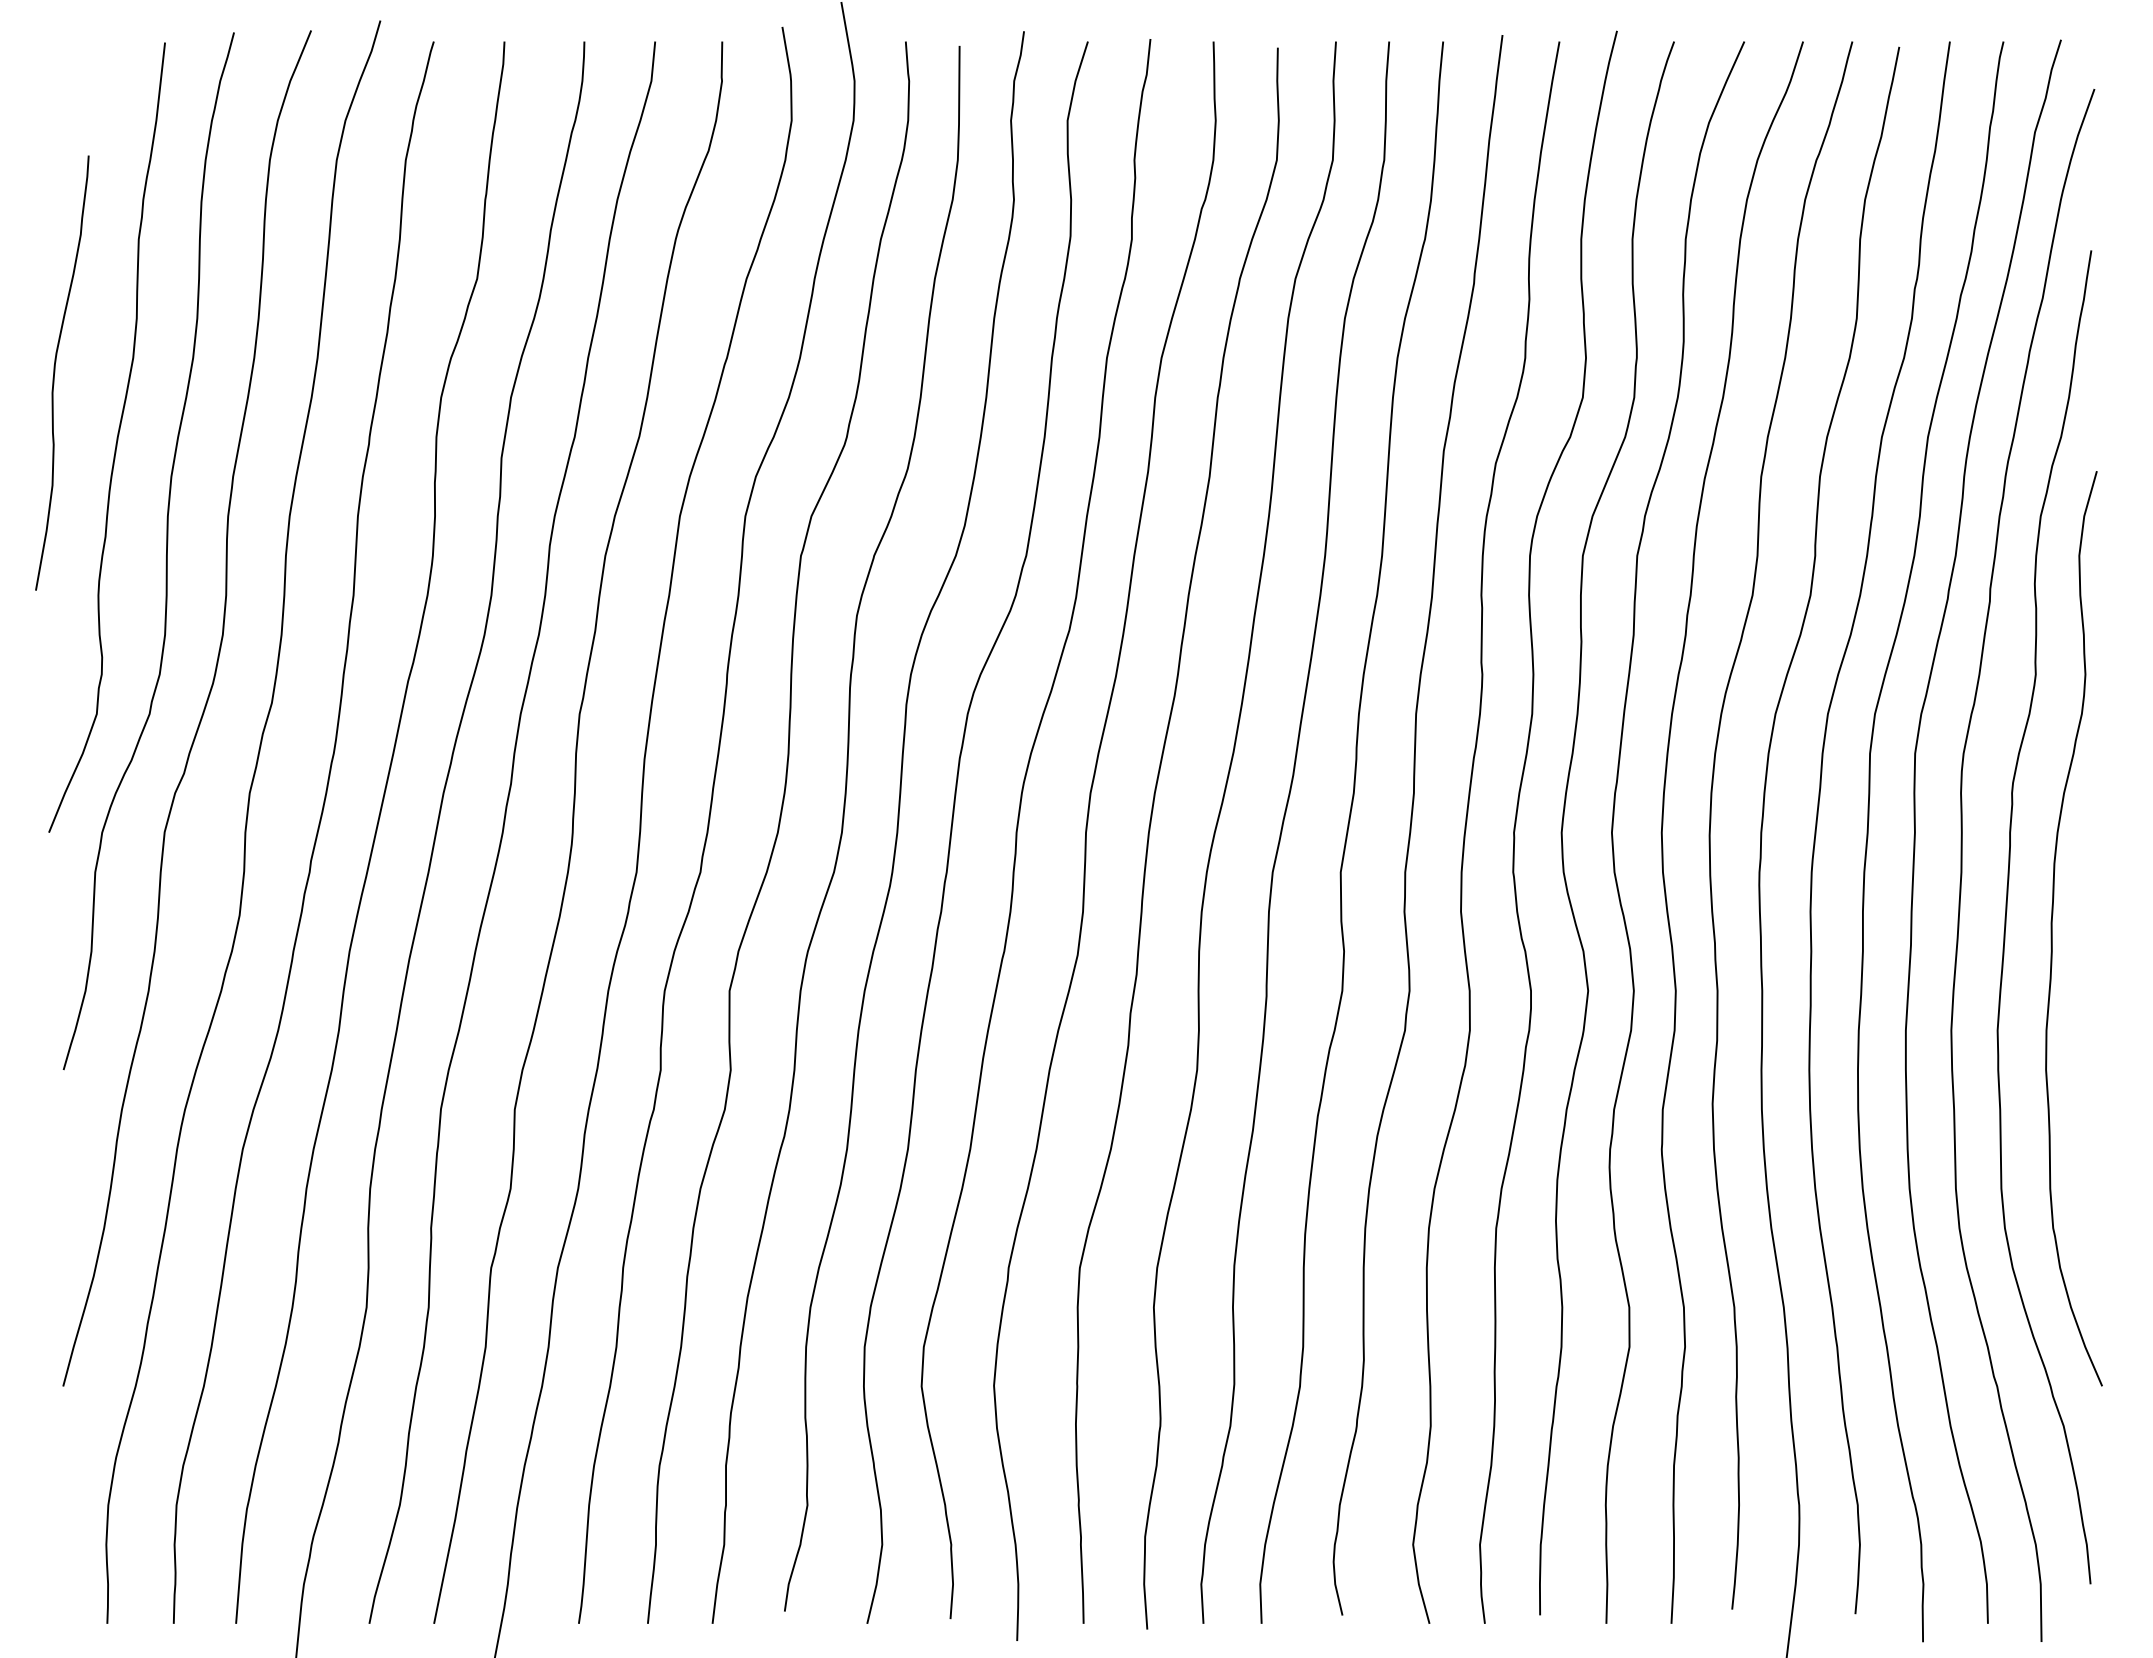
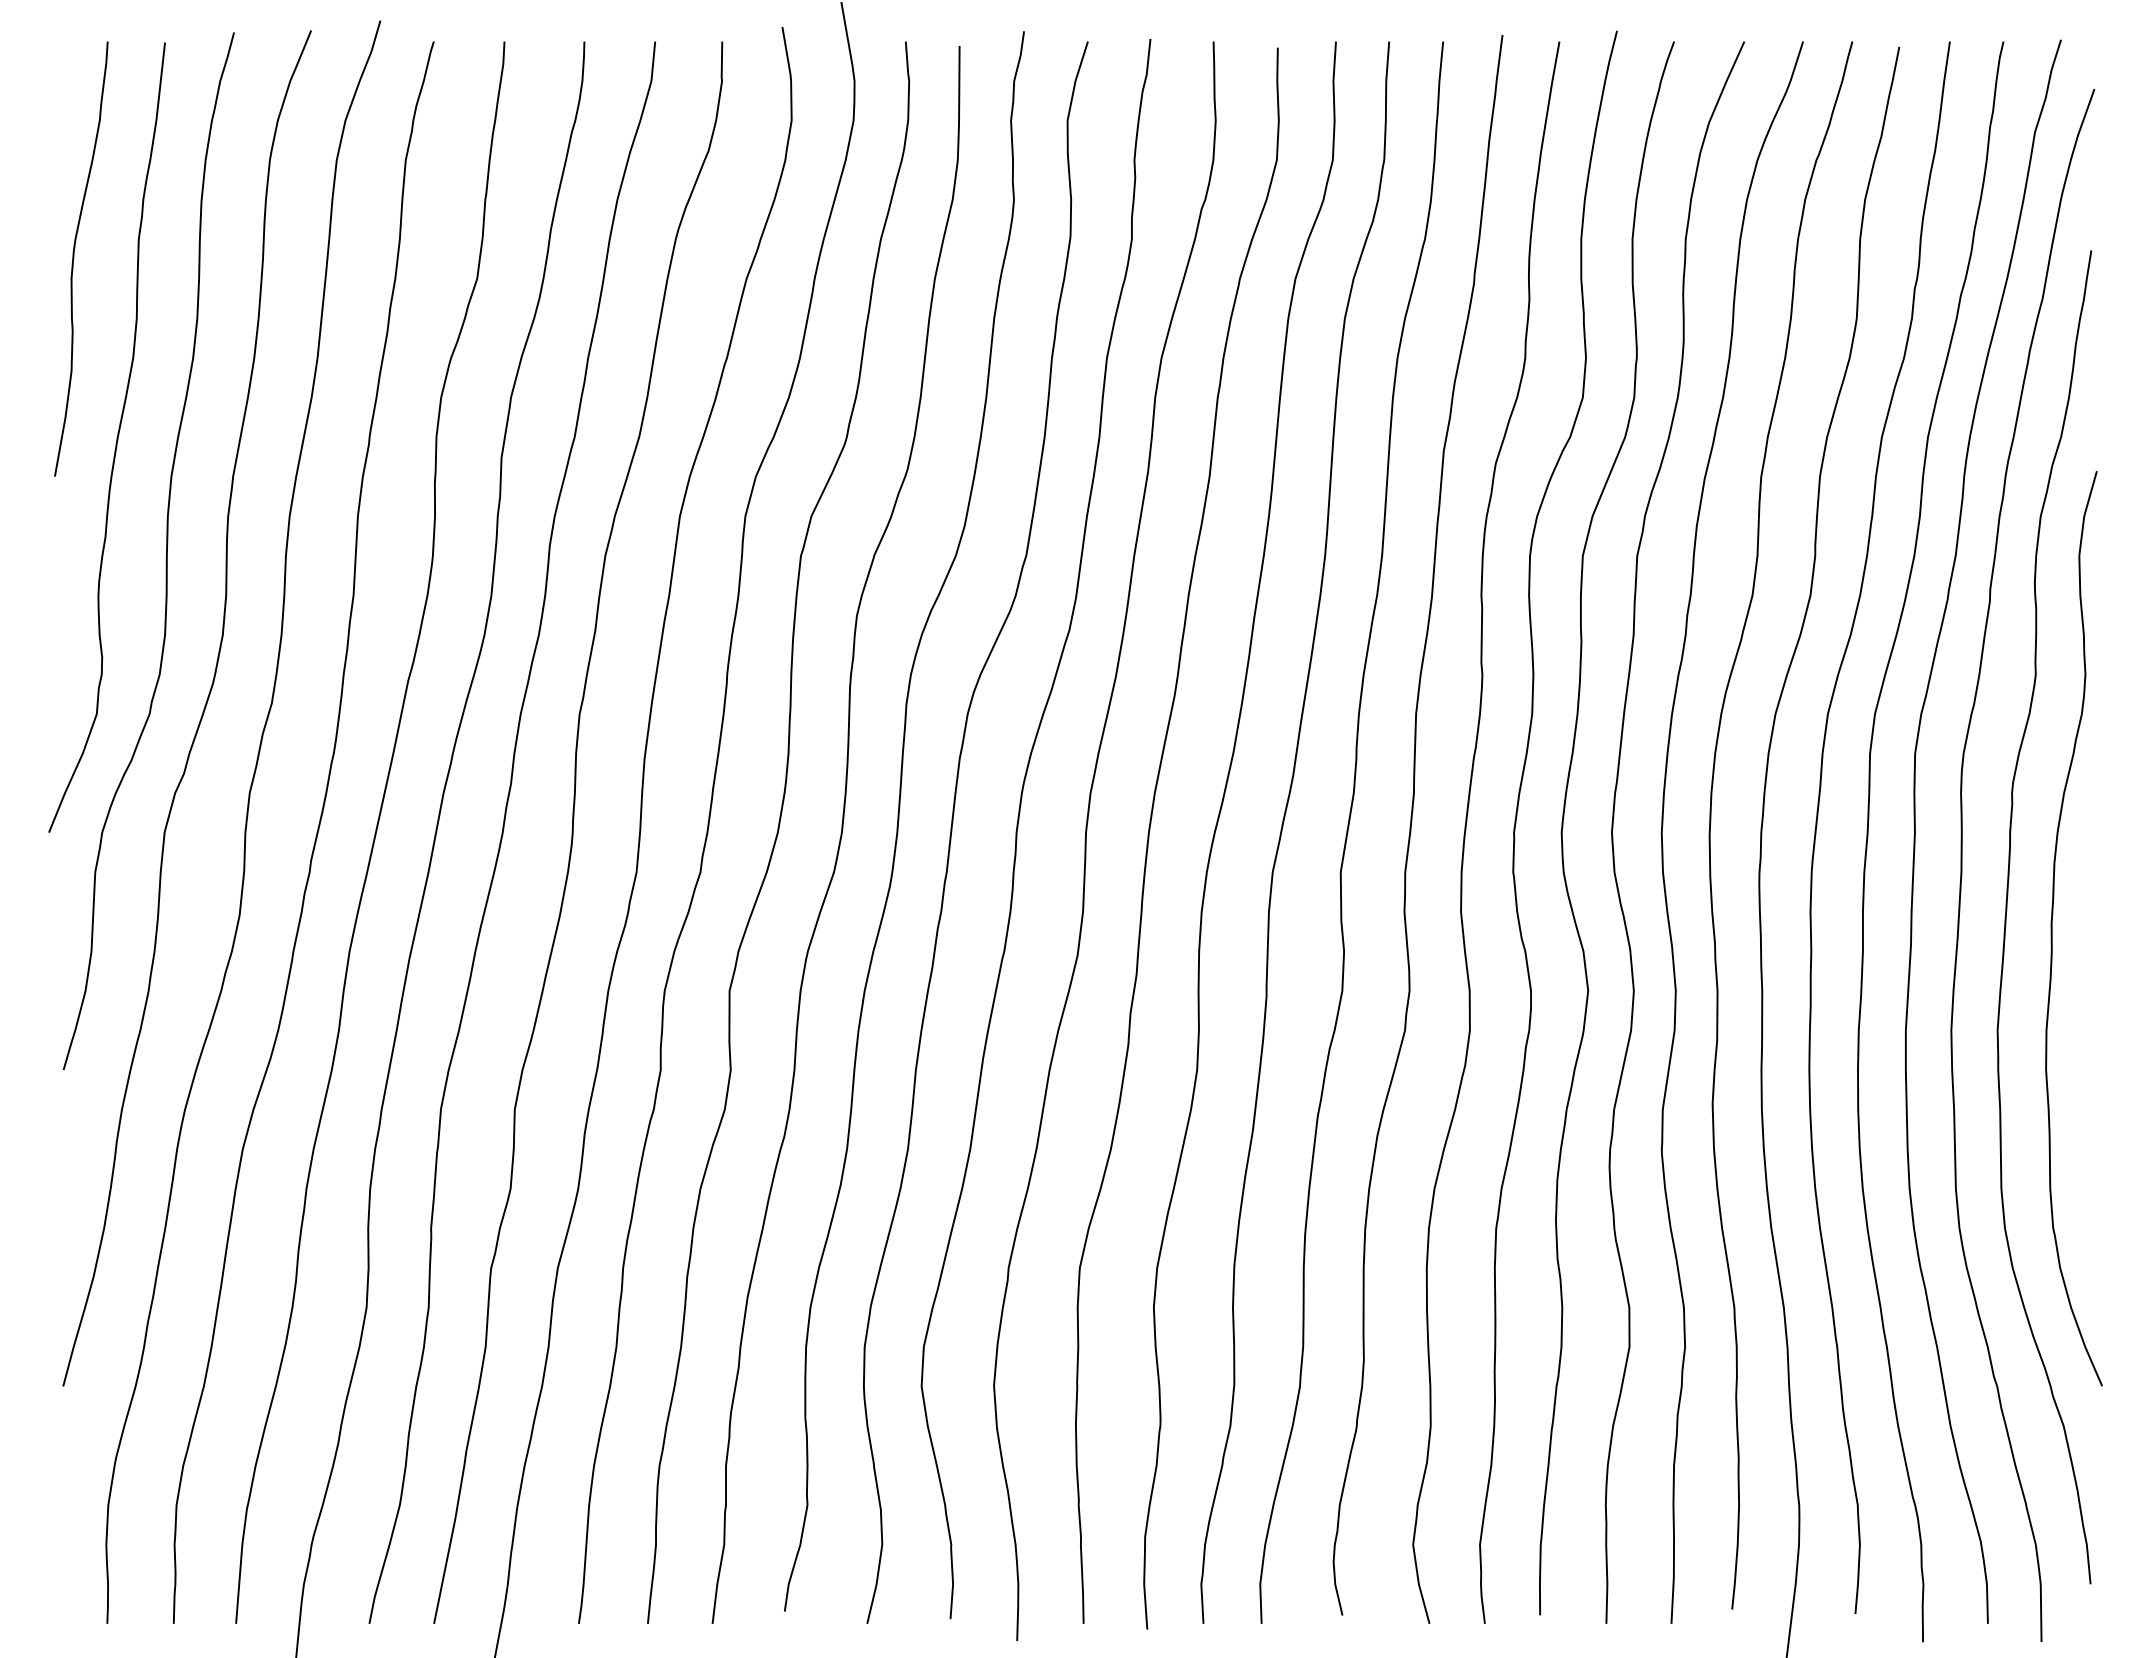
curve at (55, 372) position: (55, 372) -> (74, 258)
